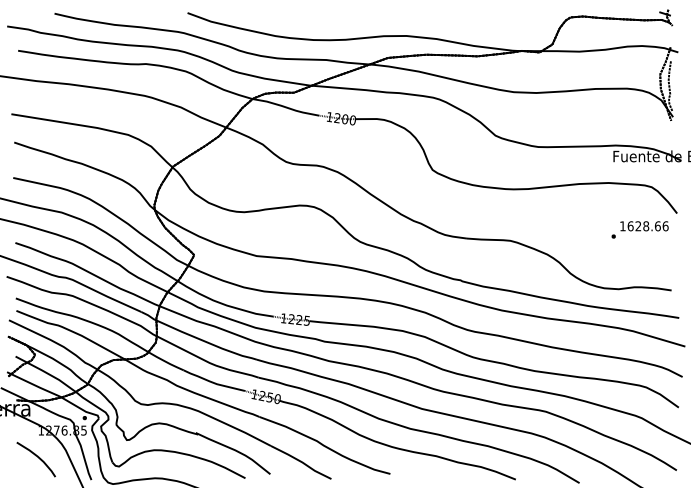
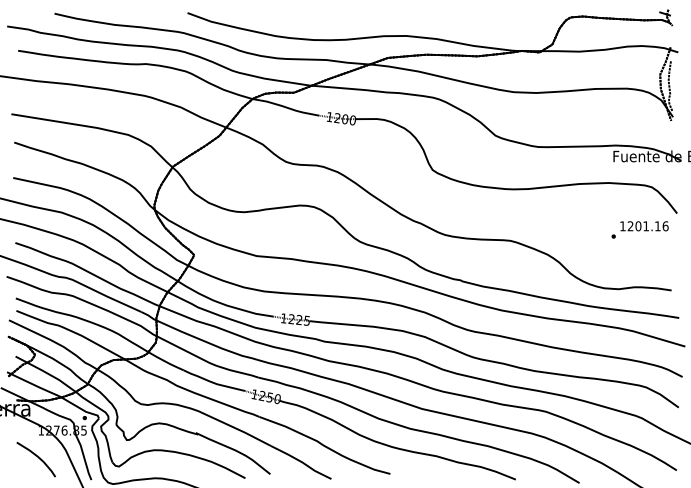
text at (643, 226): 1628.66 -> 1201.16
